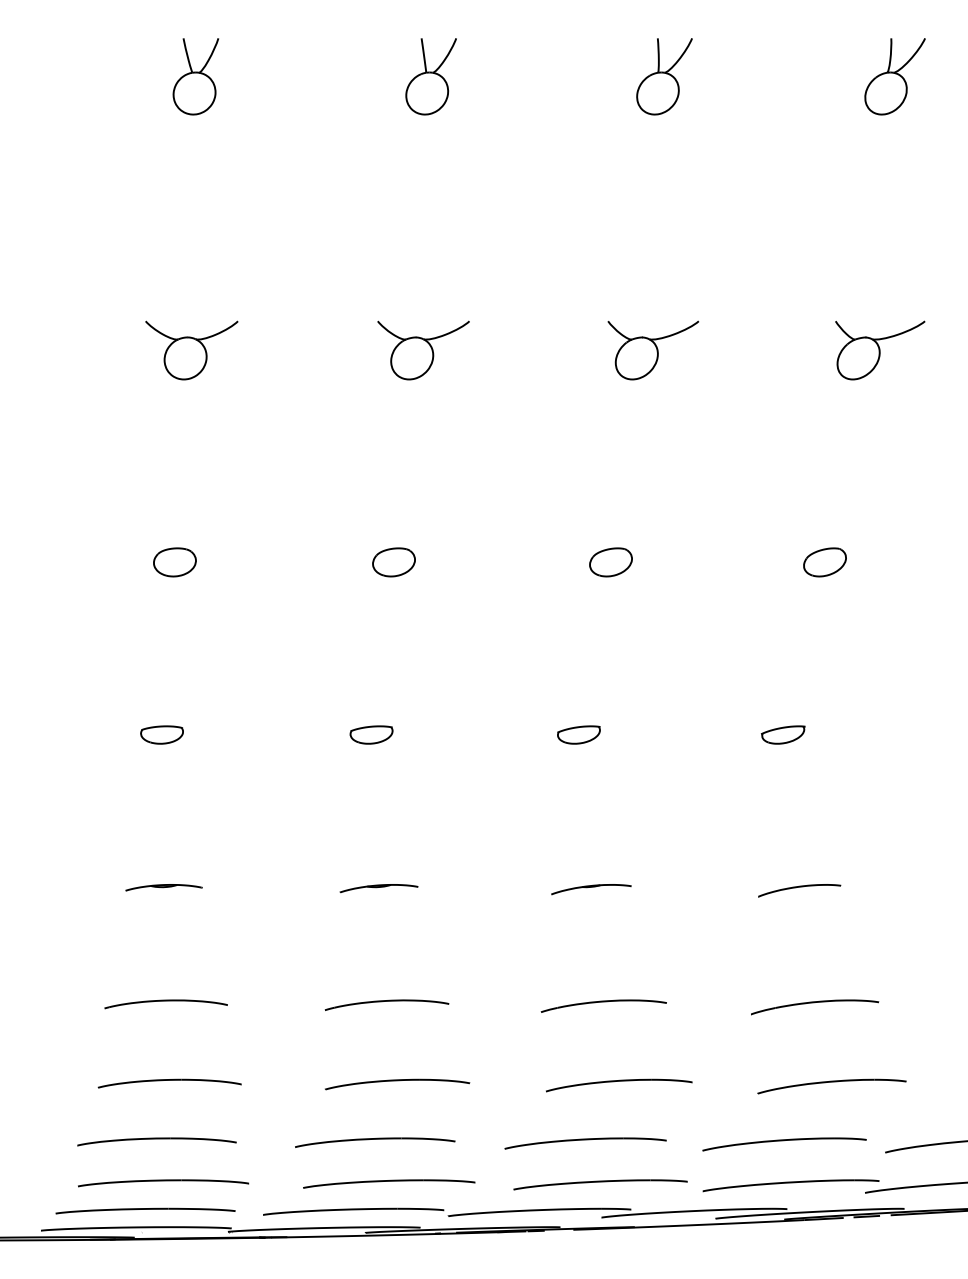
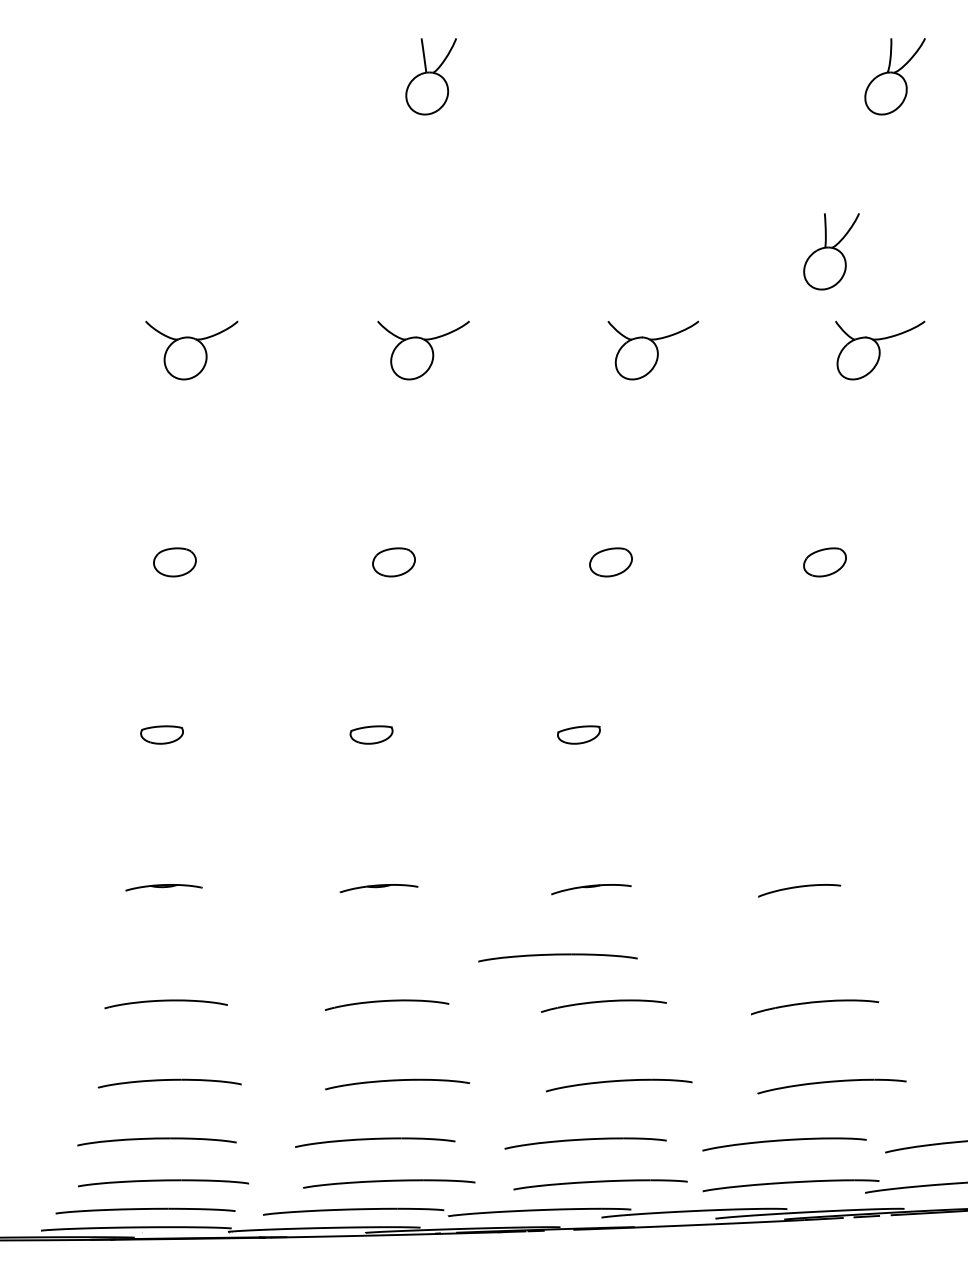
part at (195, 76): present -> none
part at (664, 76) position: (664, 76) -> (831, 251)
part at (783, 734): present -> none
part at (557, 957): none -> present
